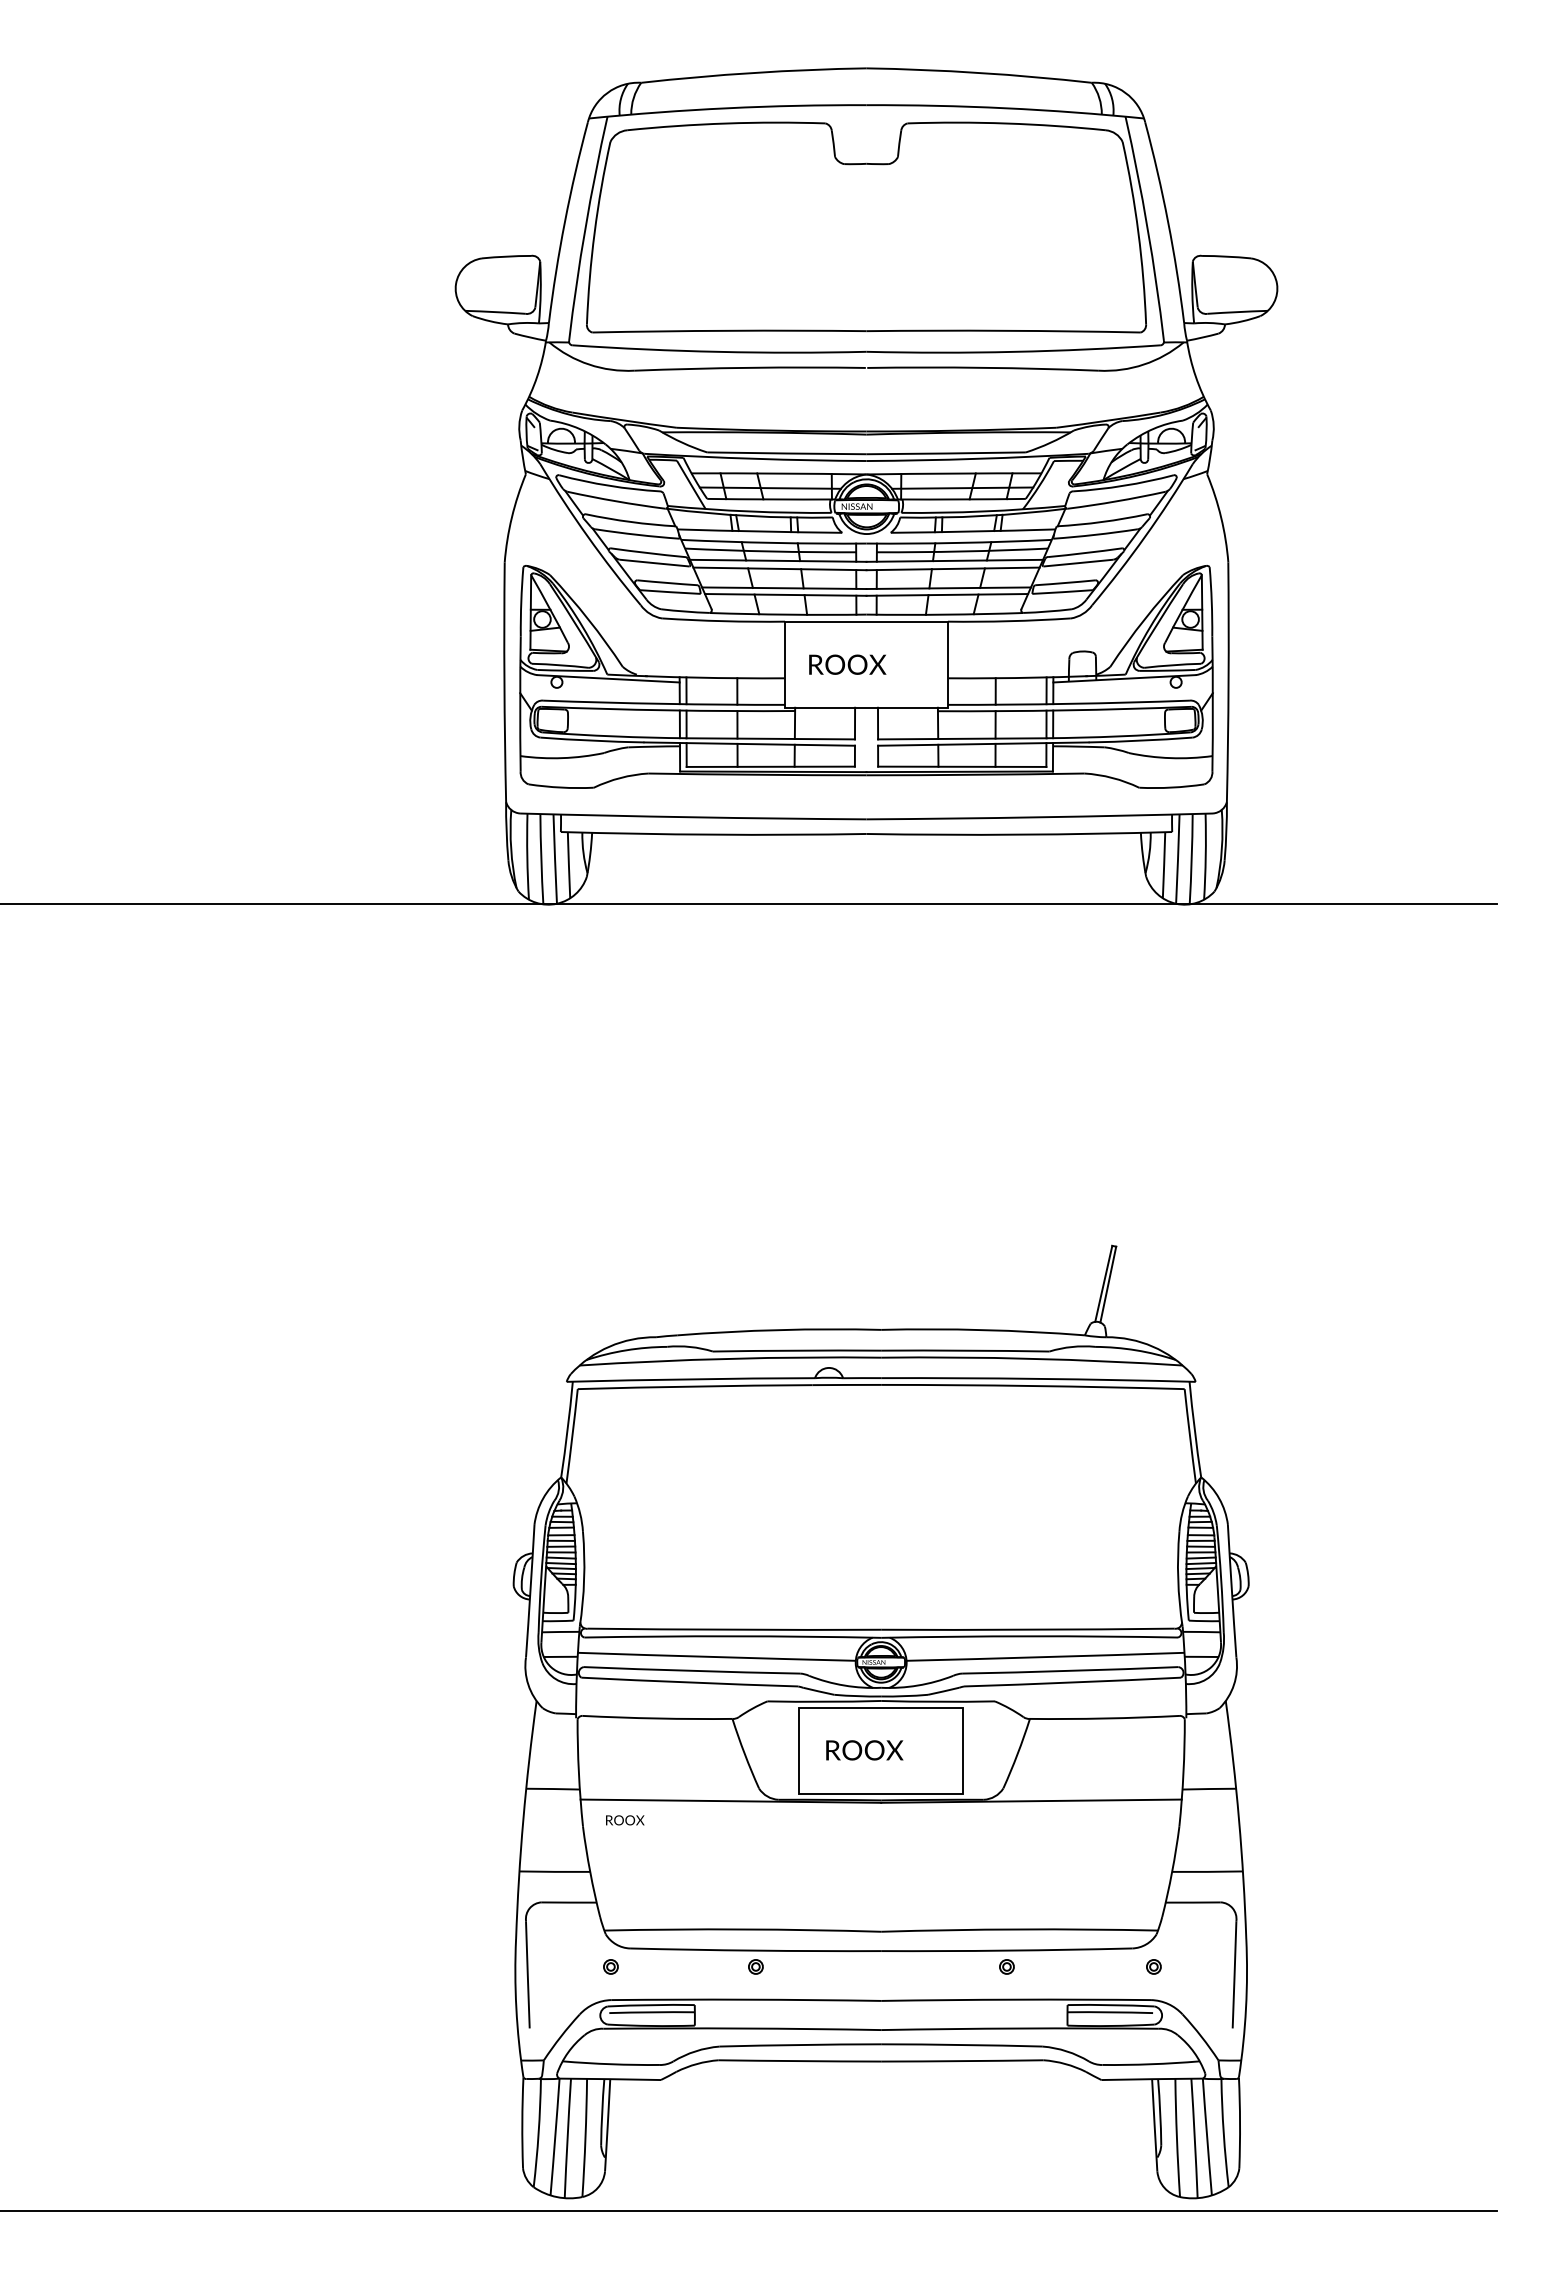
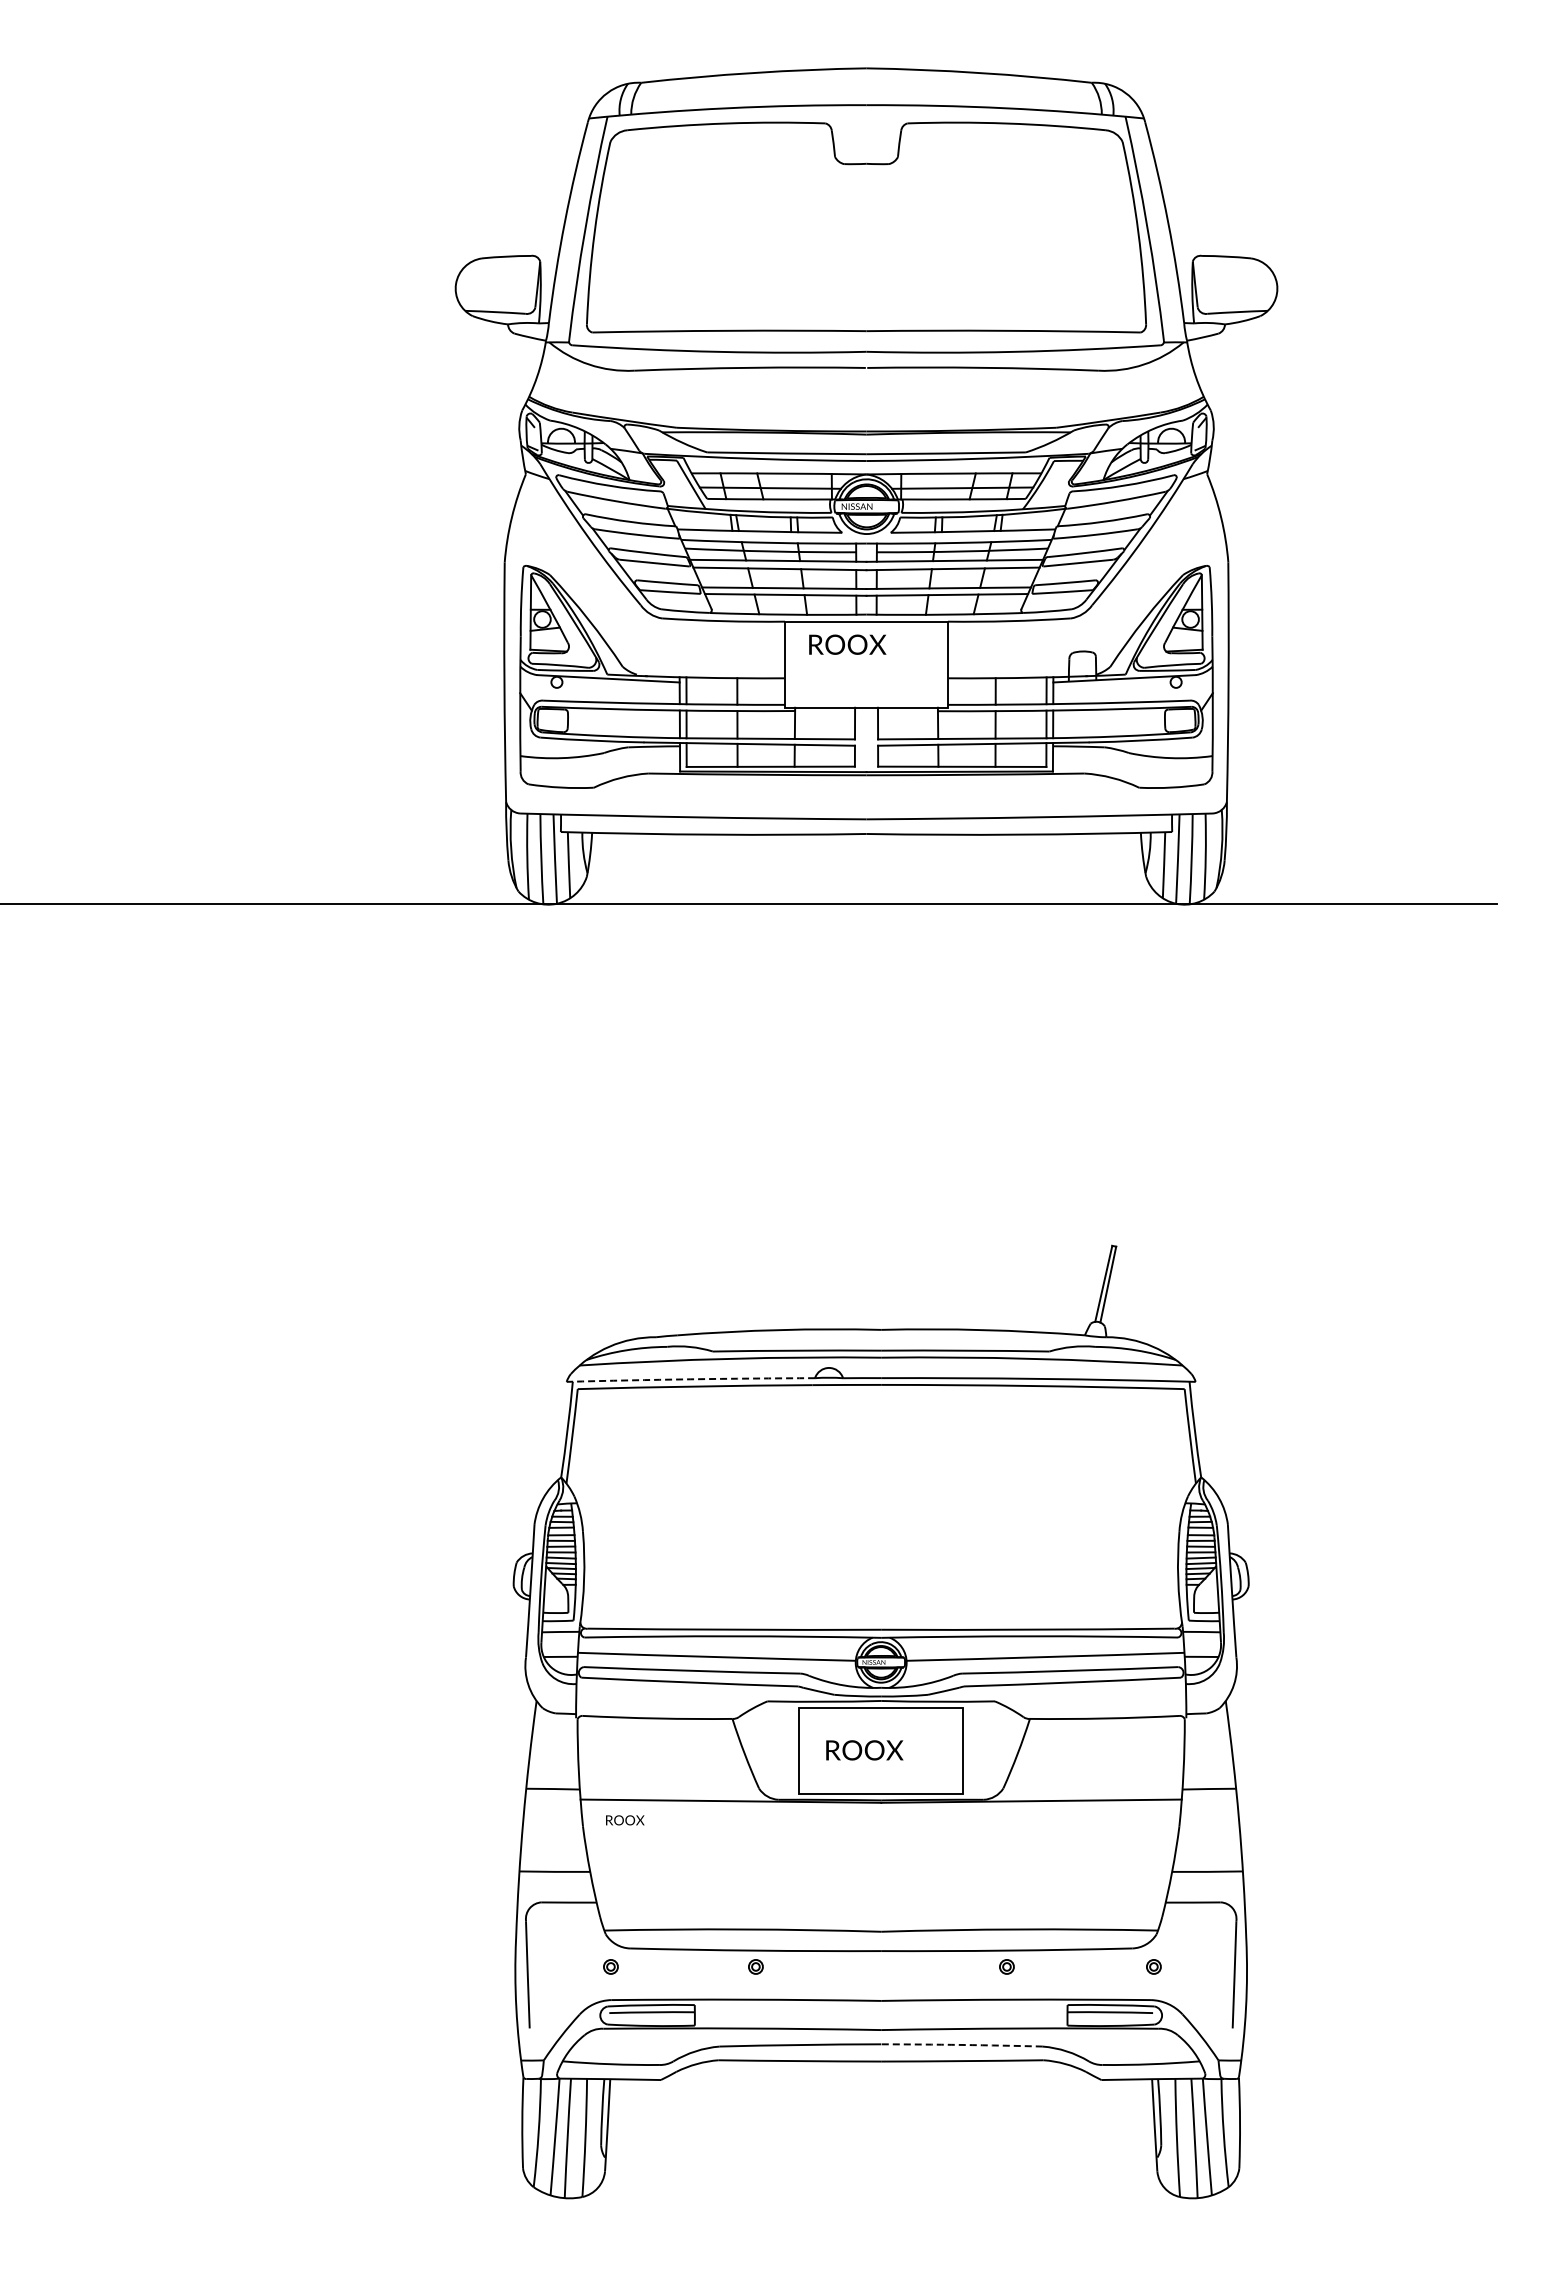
text at (847, 664) position: (847, 664) -> (847, 644)
arc at (690, 1379): solid -> dashed
arc at (961, 2044): solid -> dashed
line at (749, 2210): present -> none
